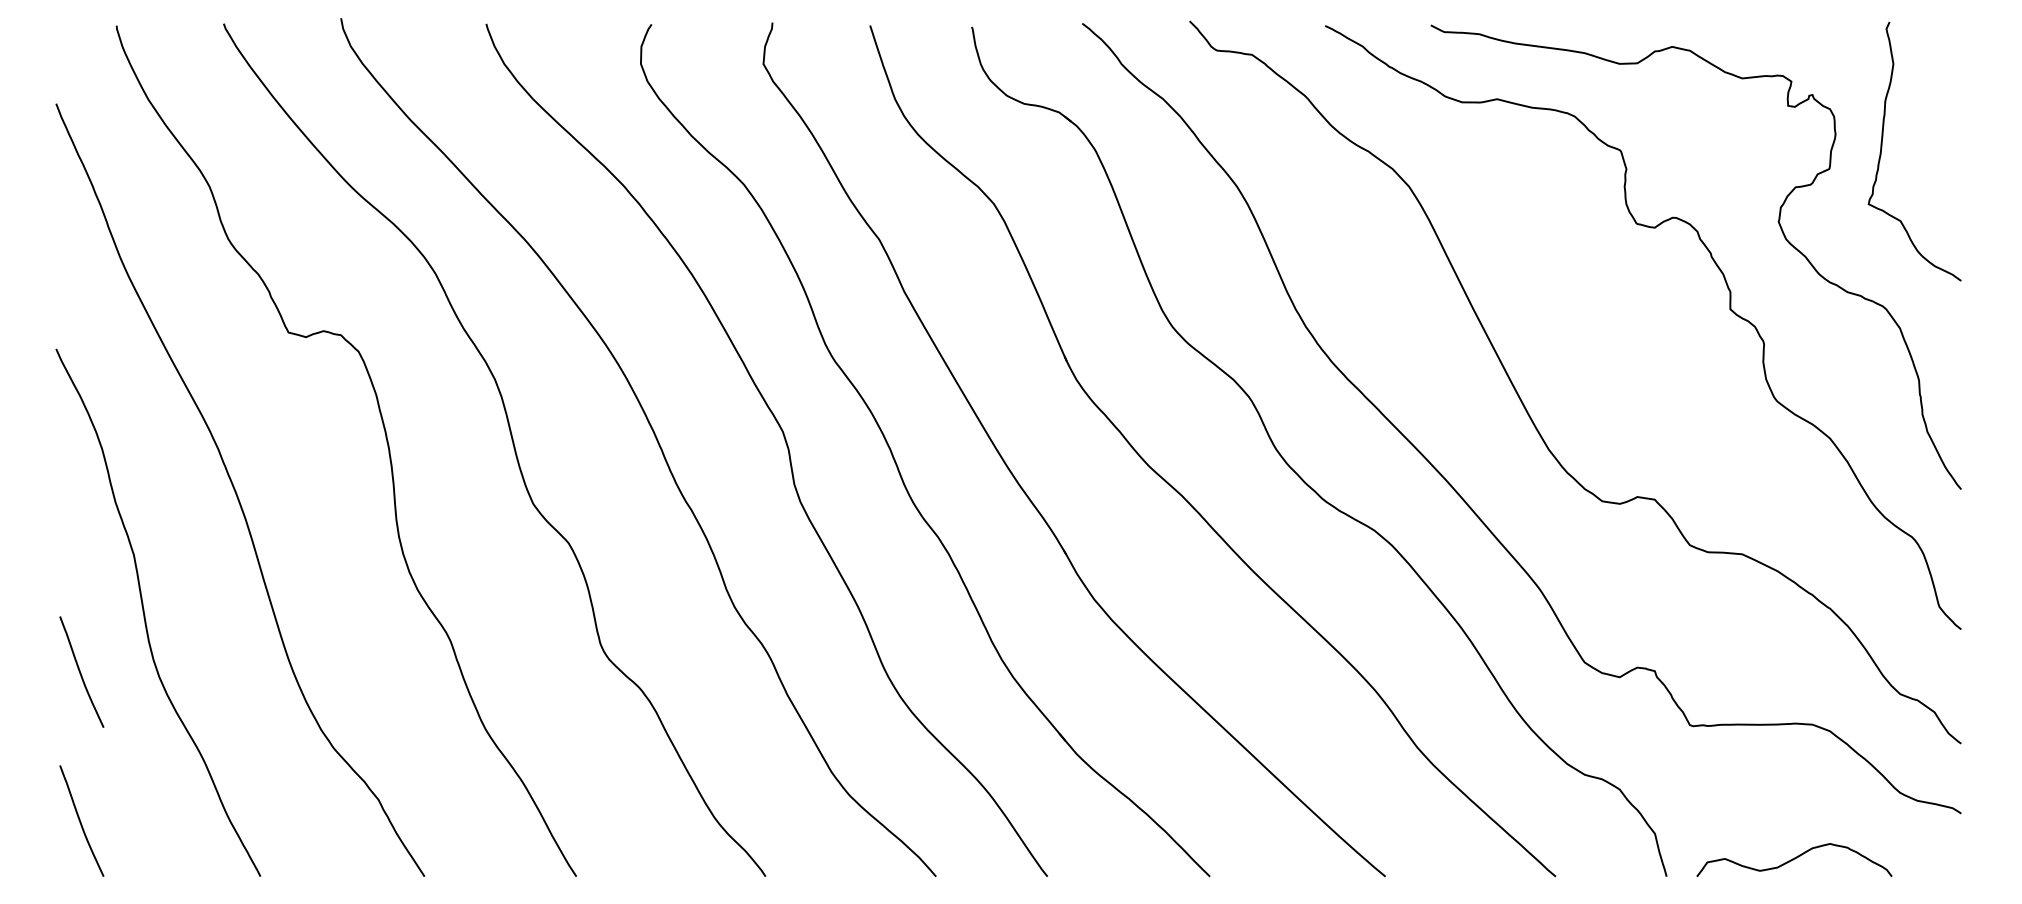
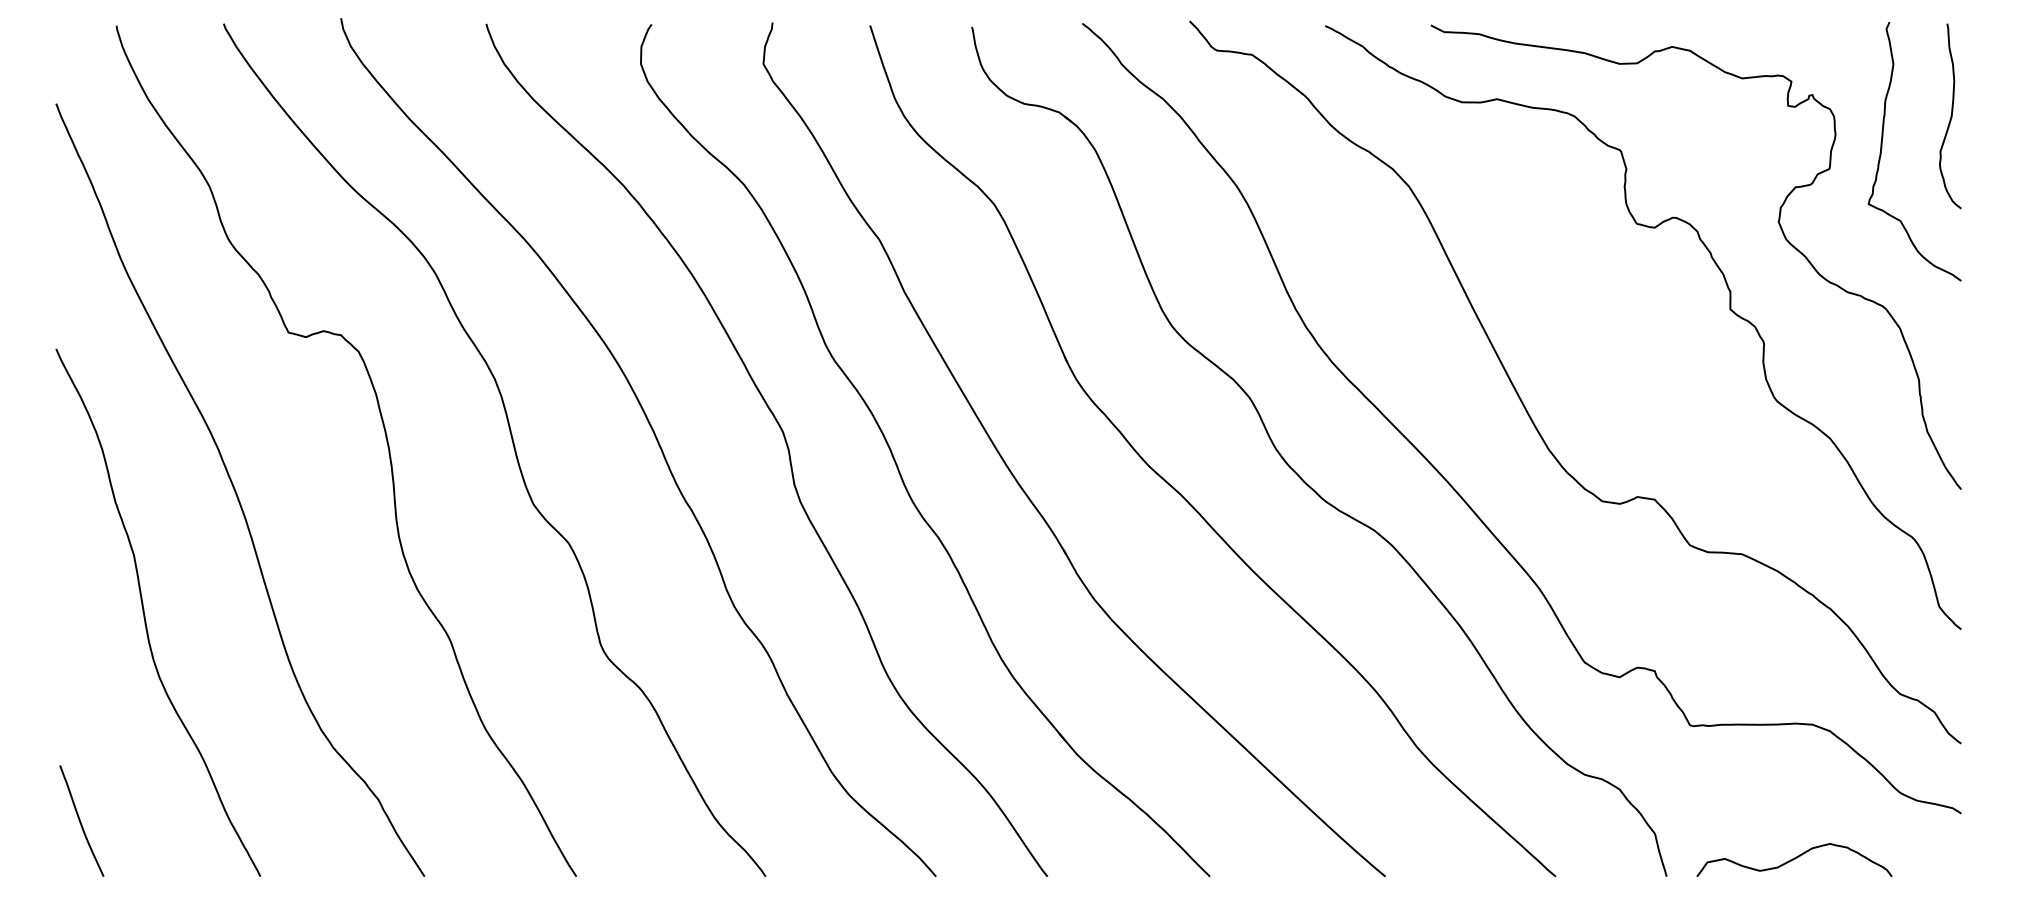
curve at (1950, 116): none -> present
curve at (80, 671): present -> none
